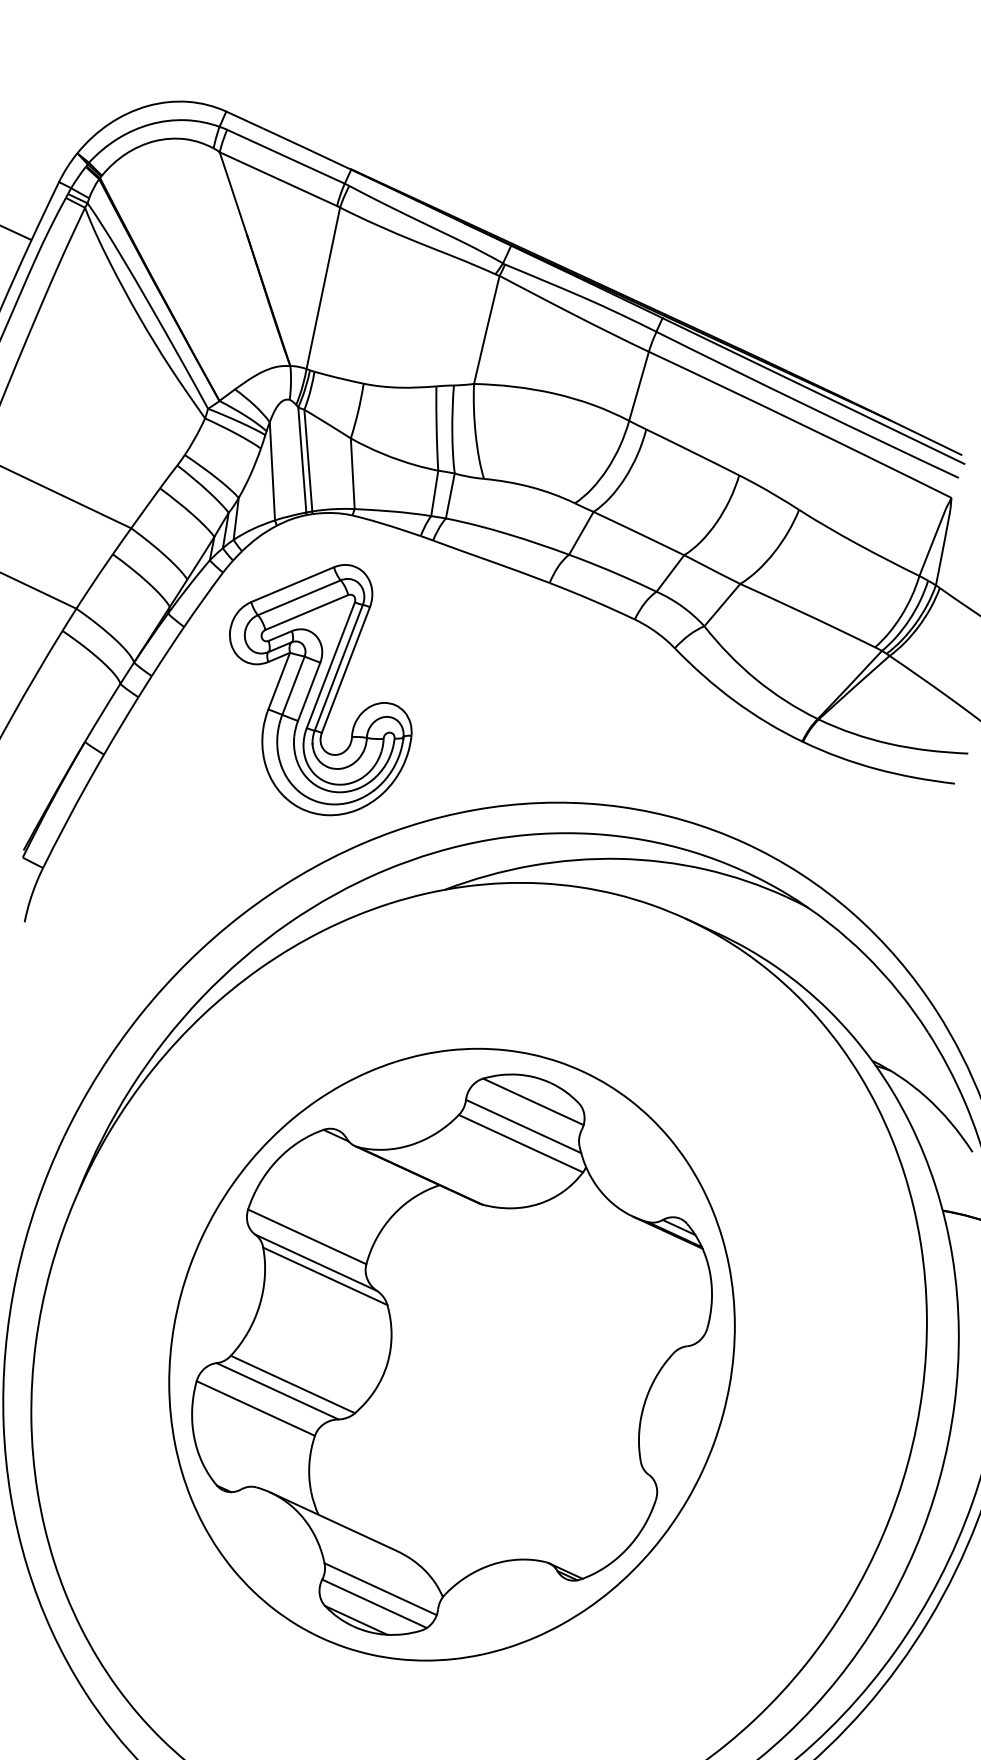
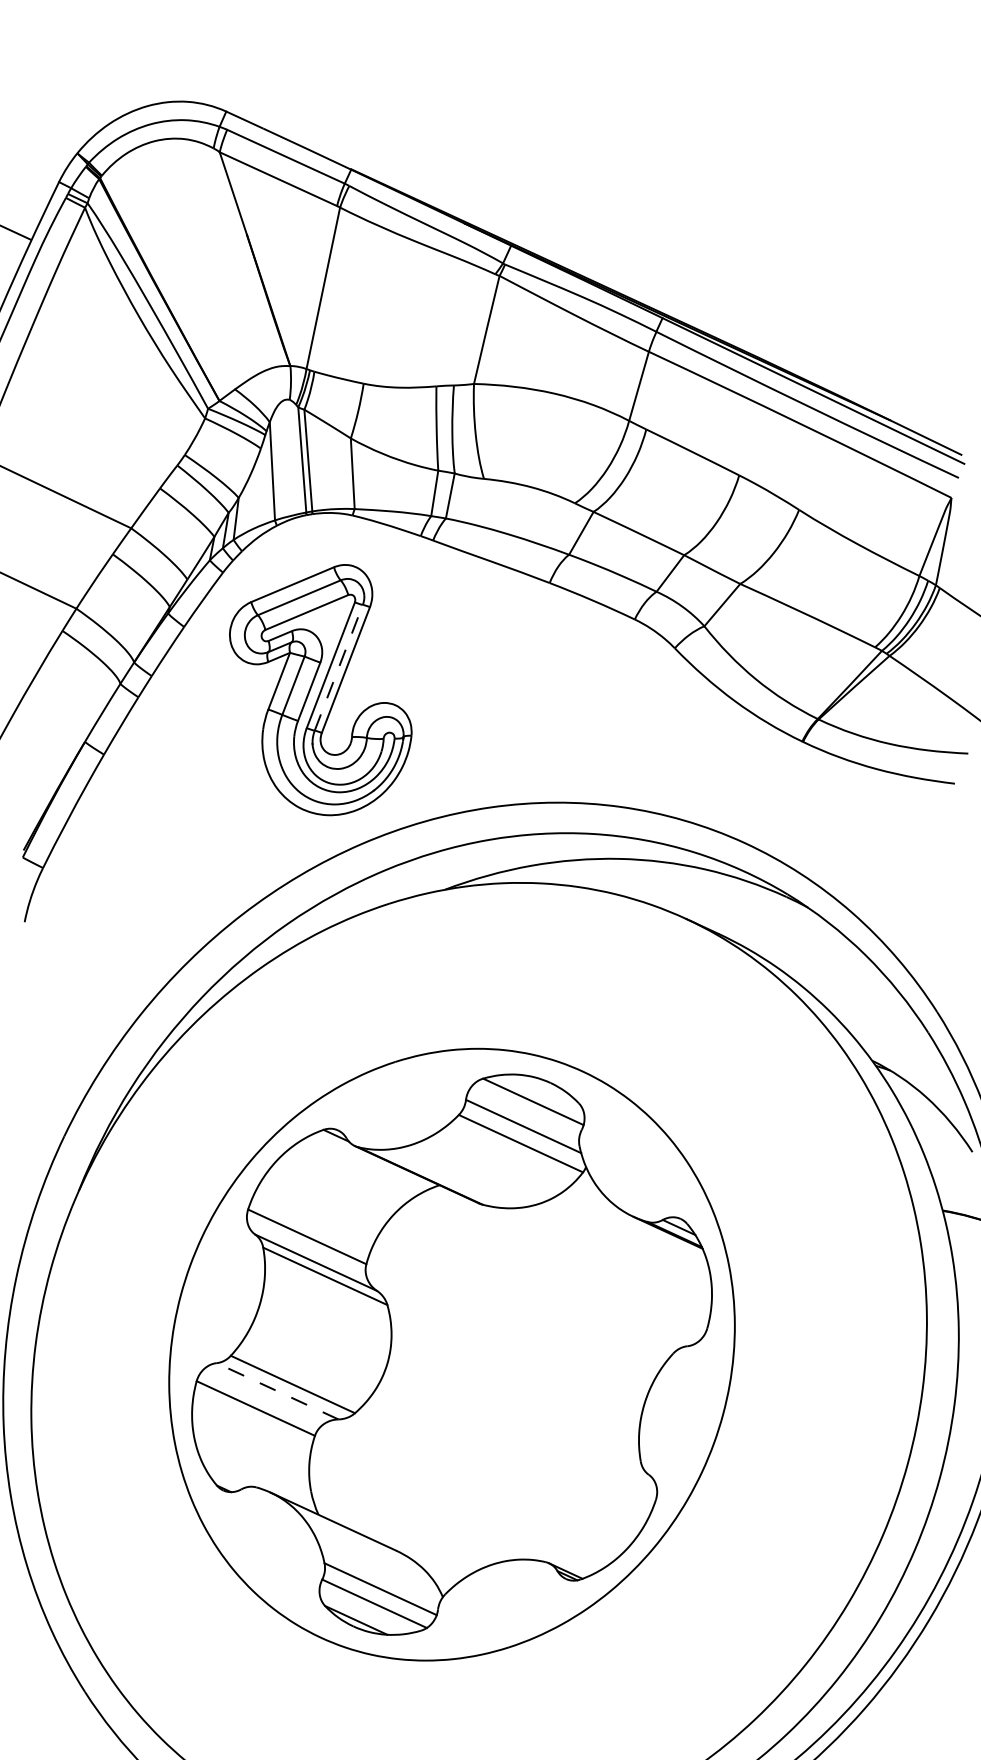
line at (339, 667): solid -> dashed
line at (277, 1391): solid -> dashed
